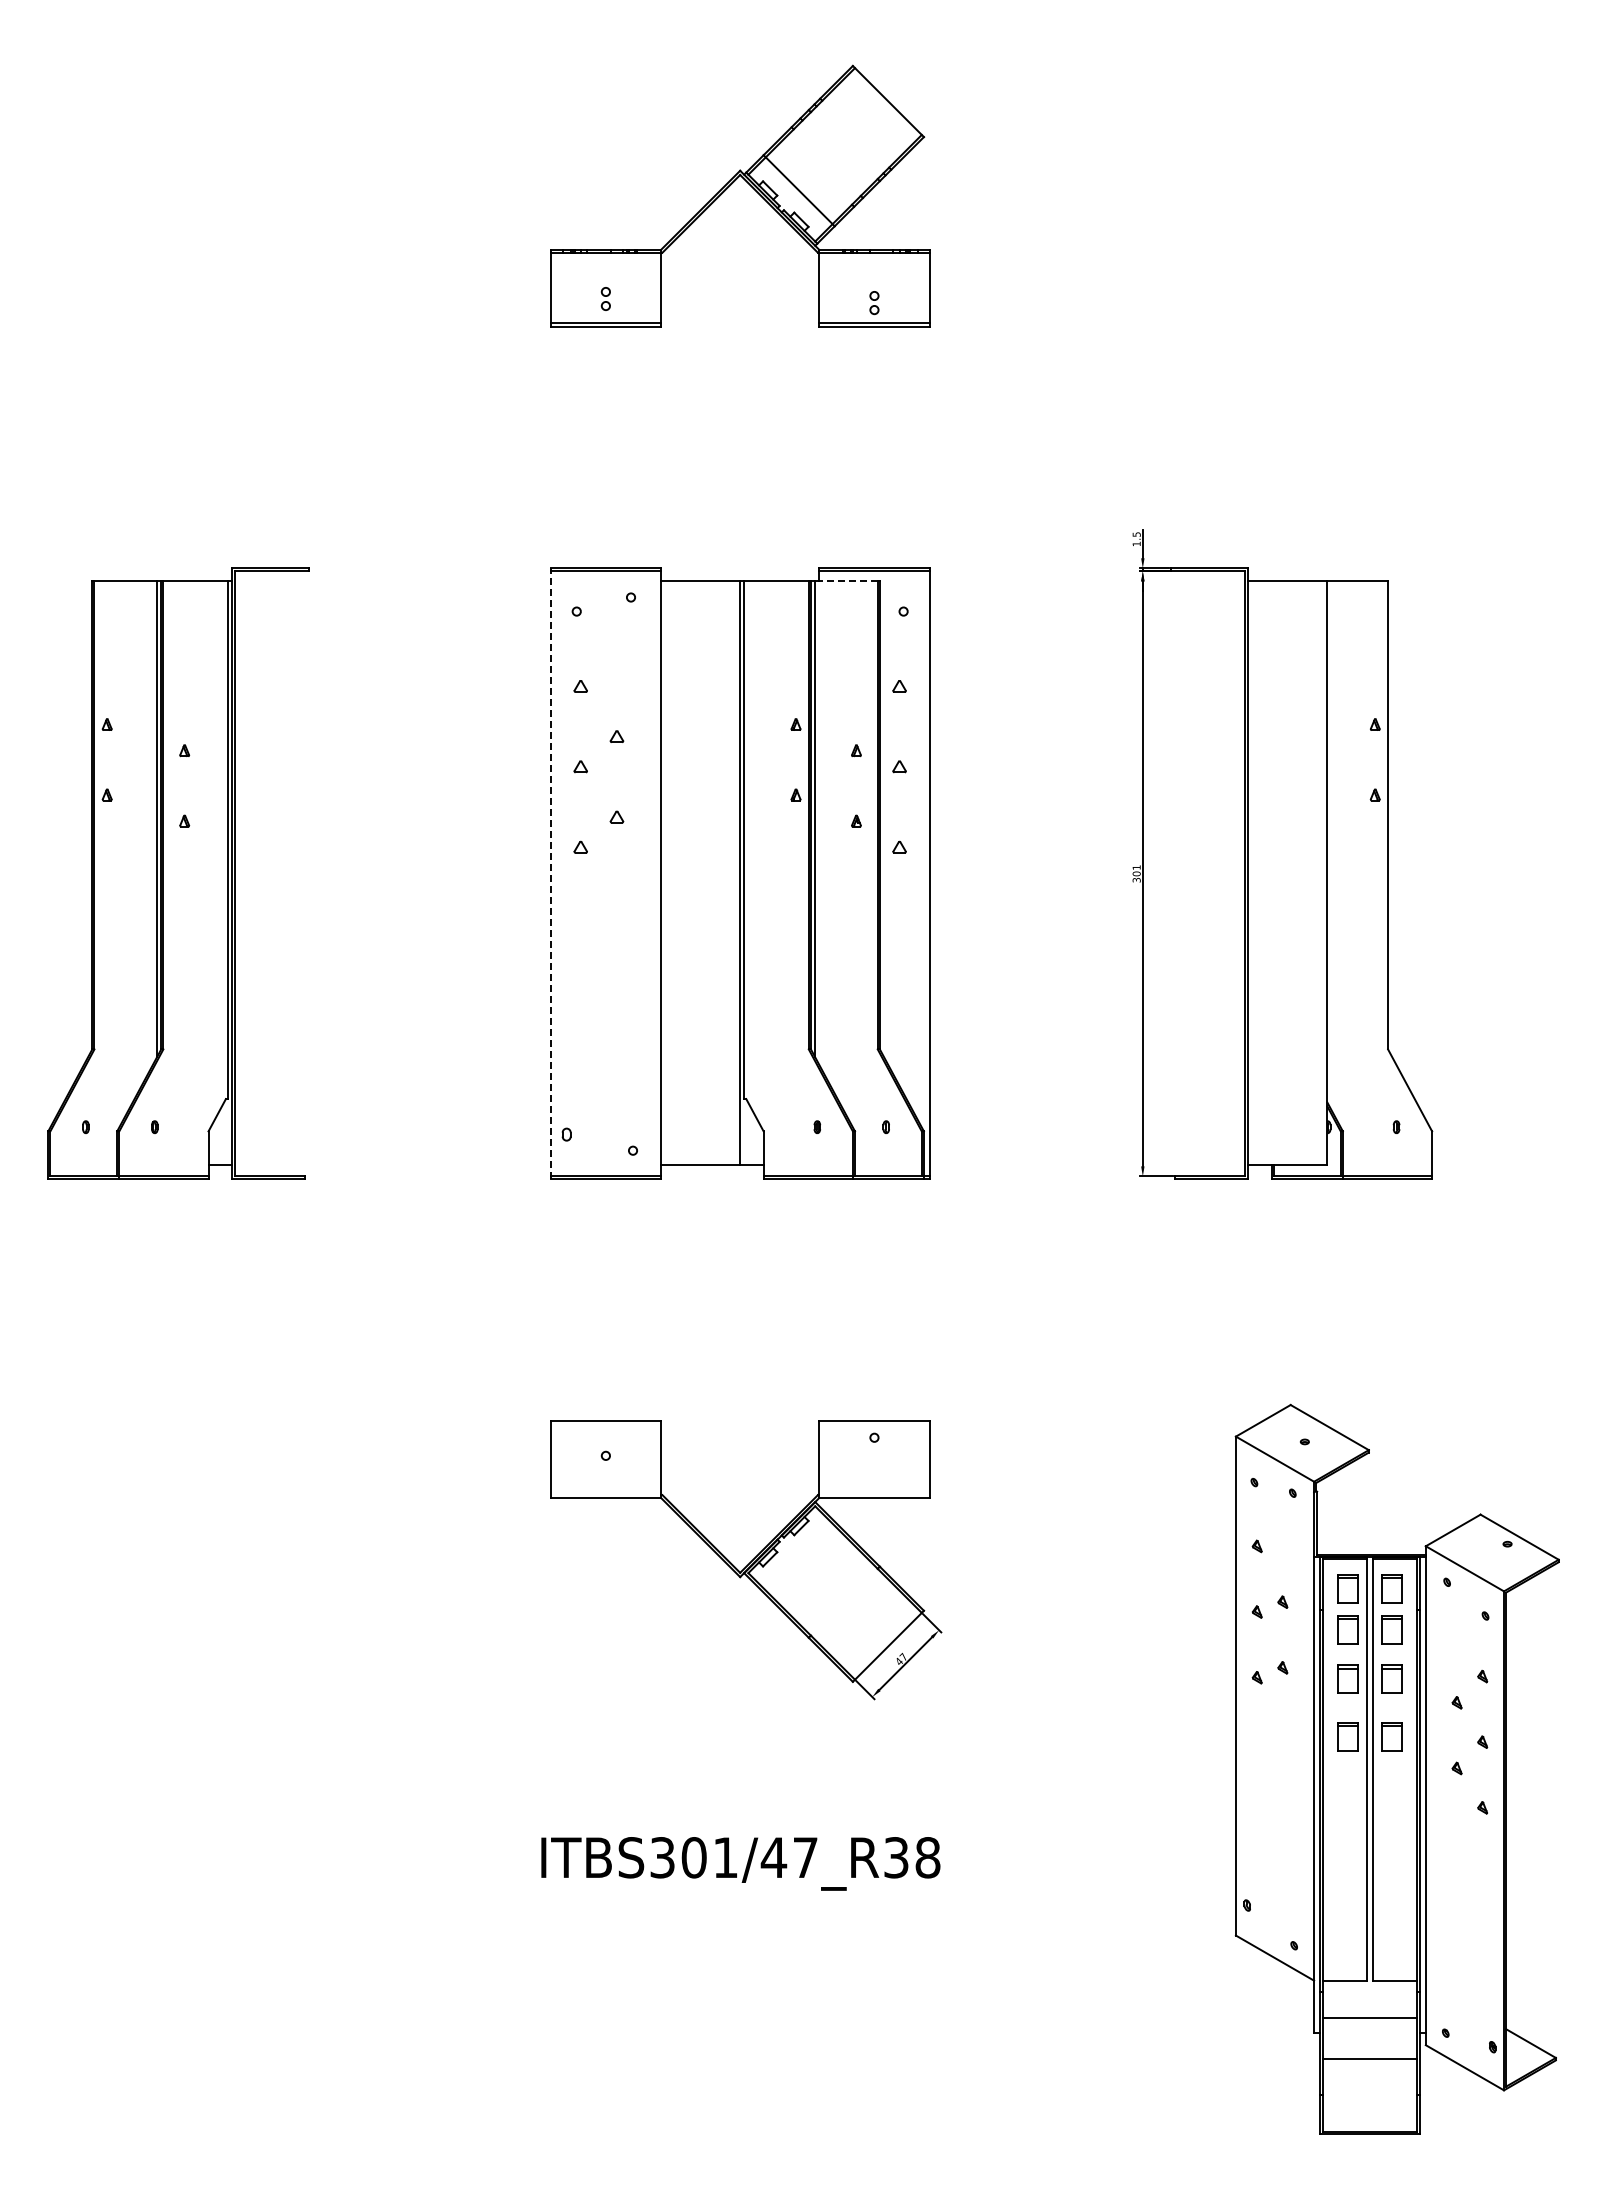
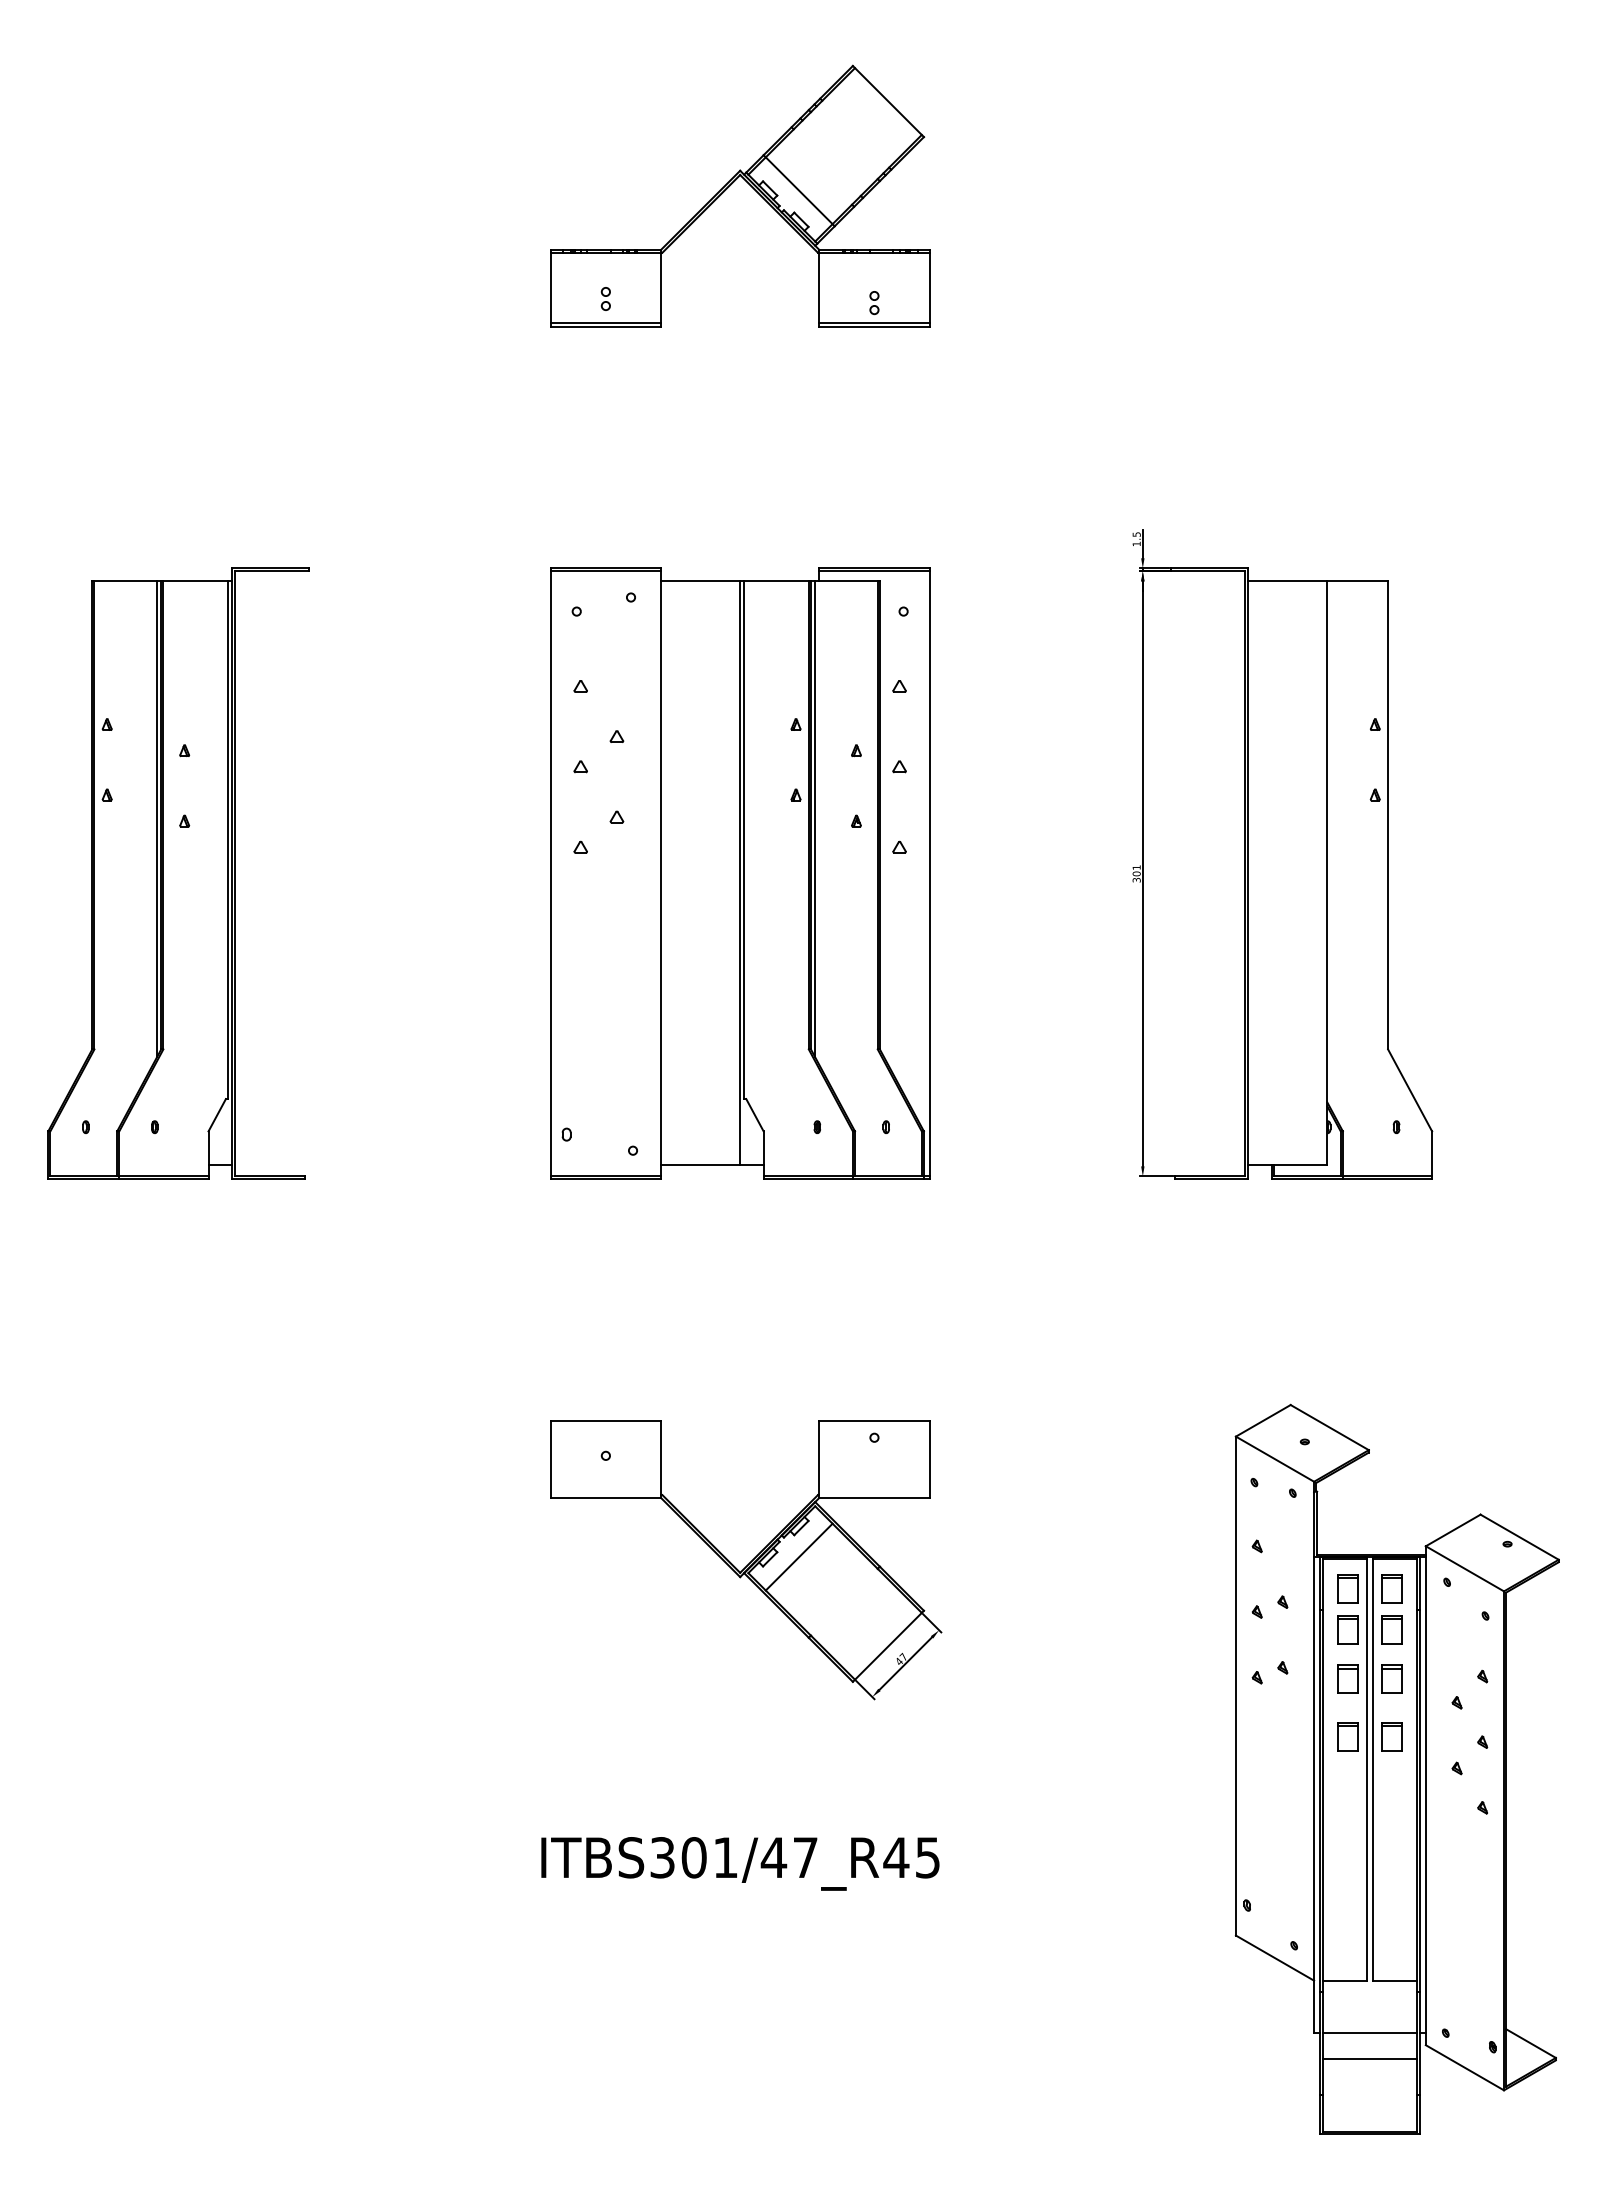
line at (846, 581): dashed -> solid
line at (550, 873): dashed -> solid
line at (798, 1556): none -> present
text at (911, 1857): ITBS301/47_R38 -> ITBS301/47_R45
line at (1369, 2018) position: (1369, 2018) -> (1369, 2033)
